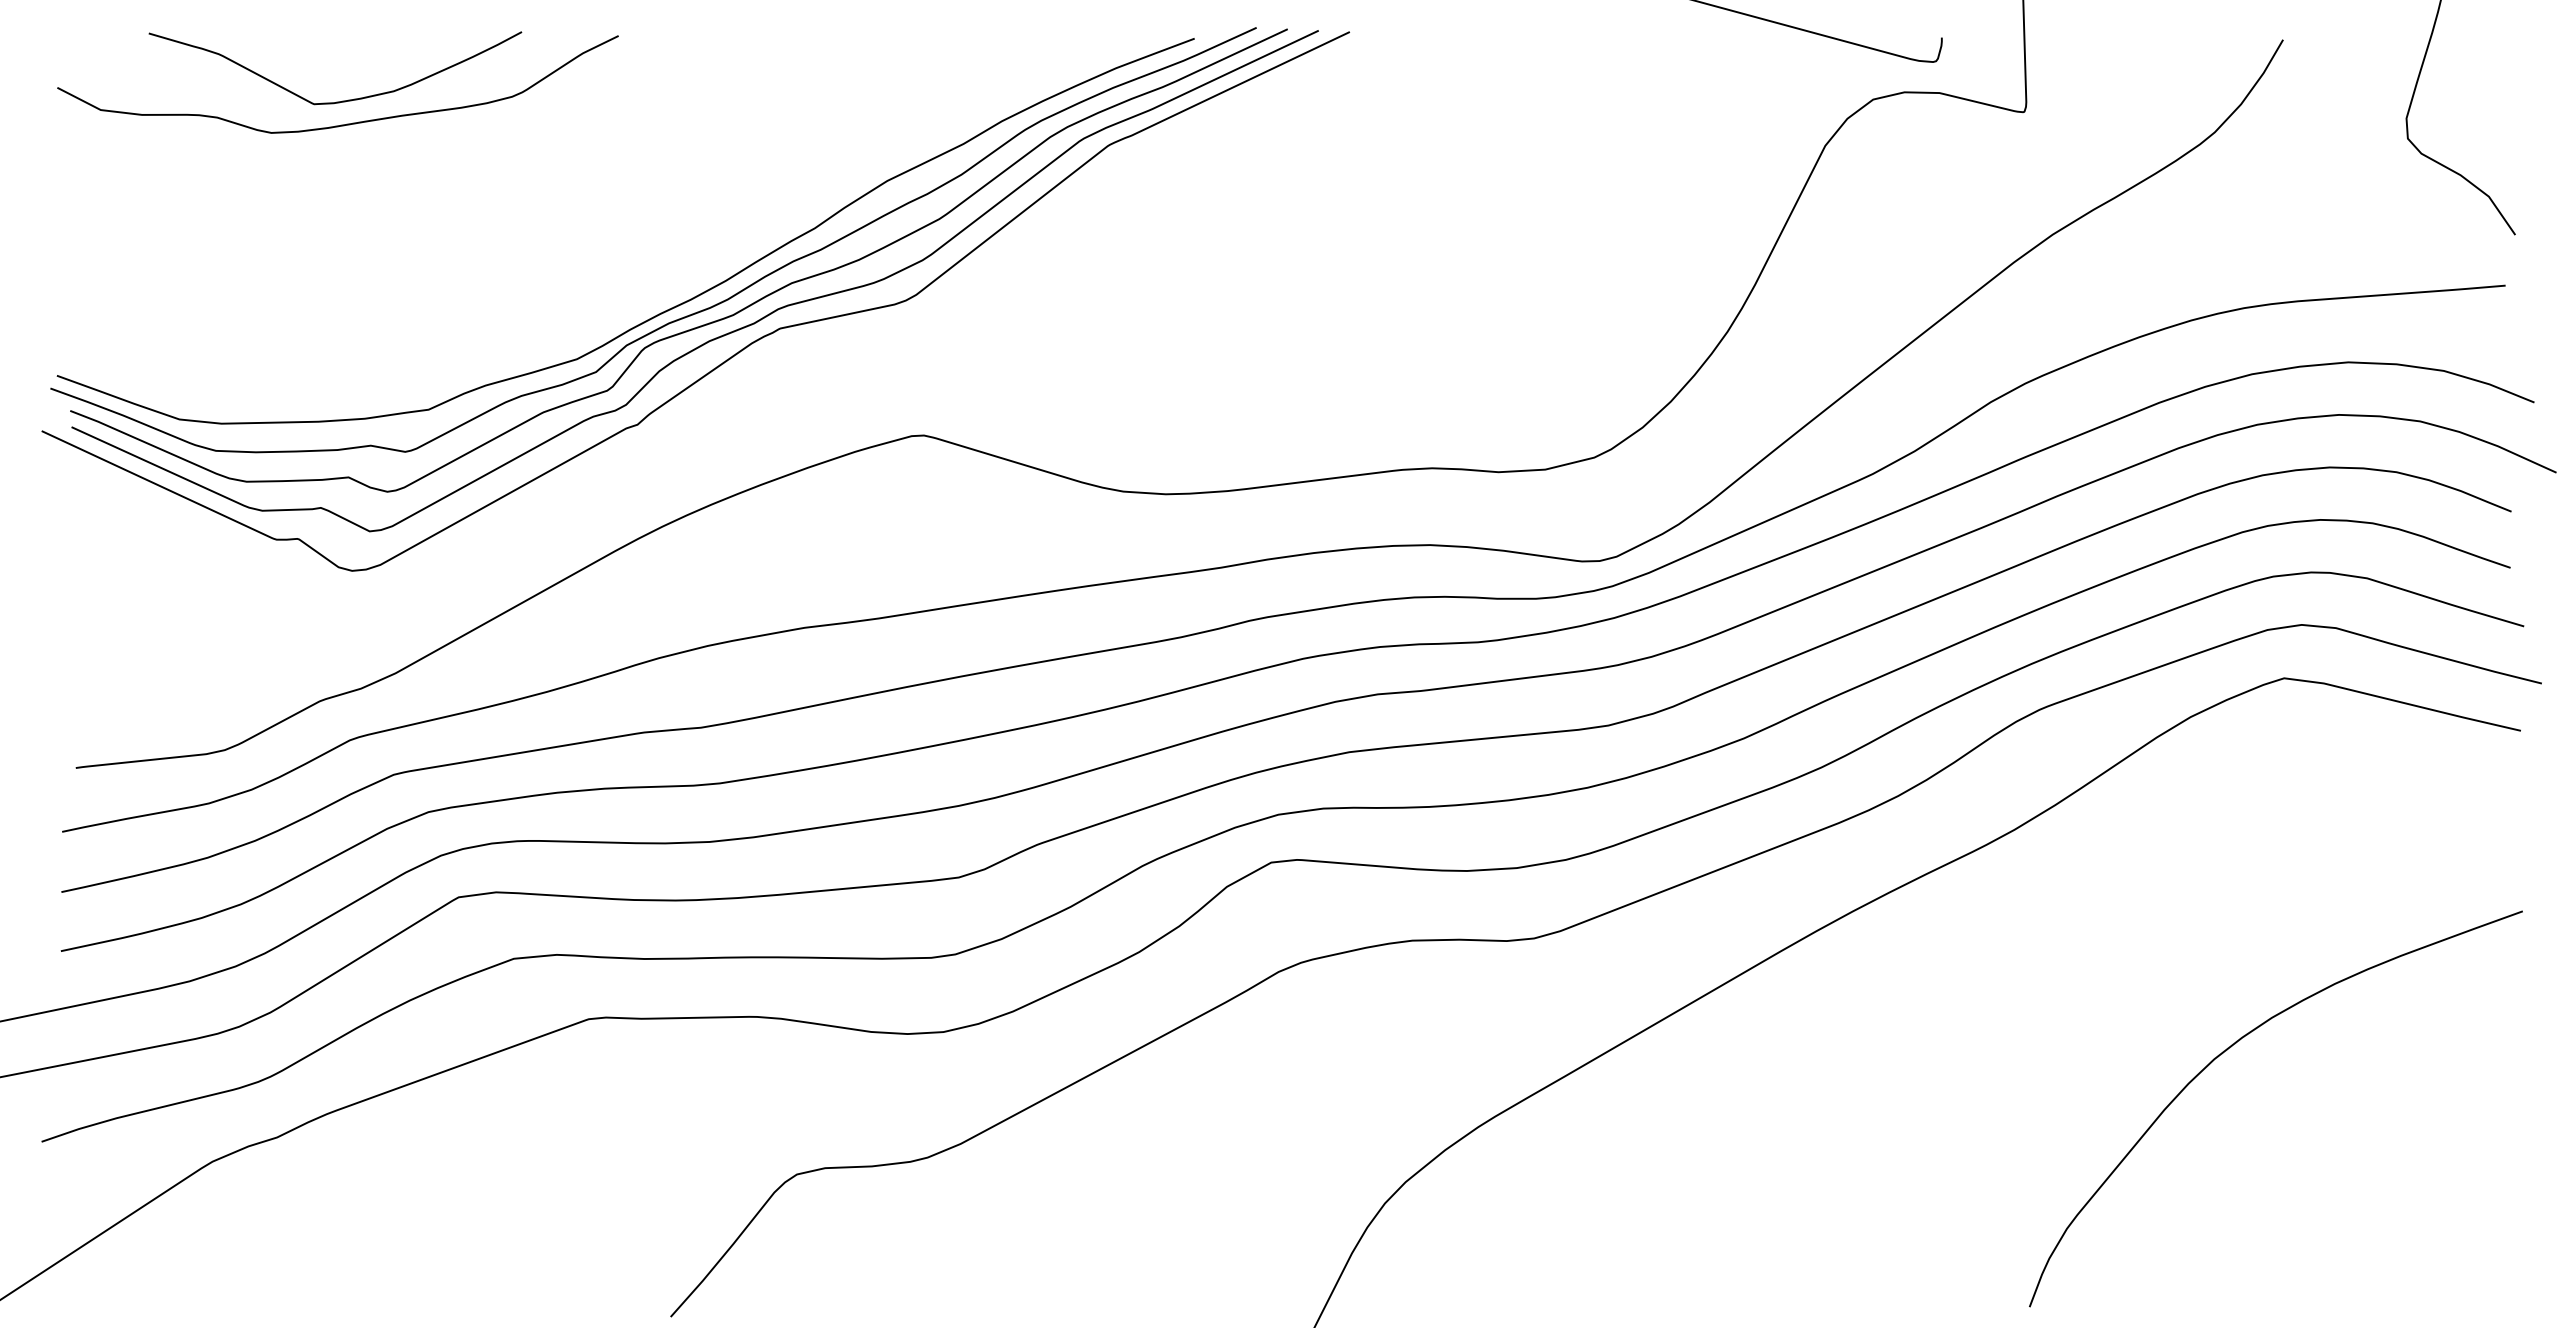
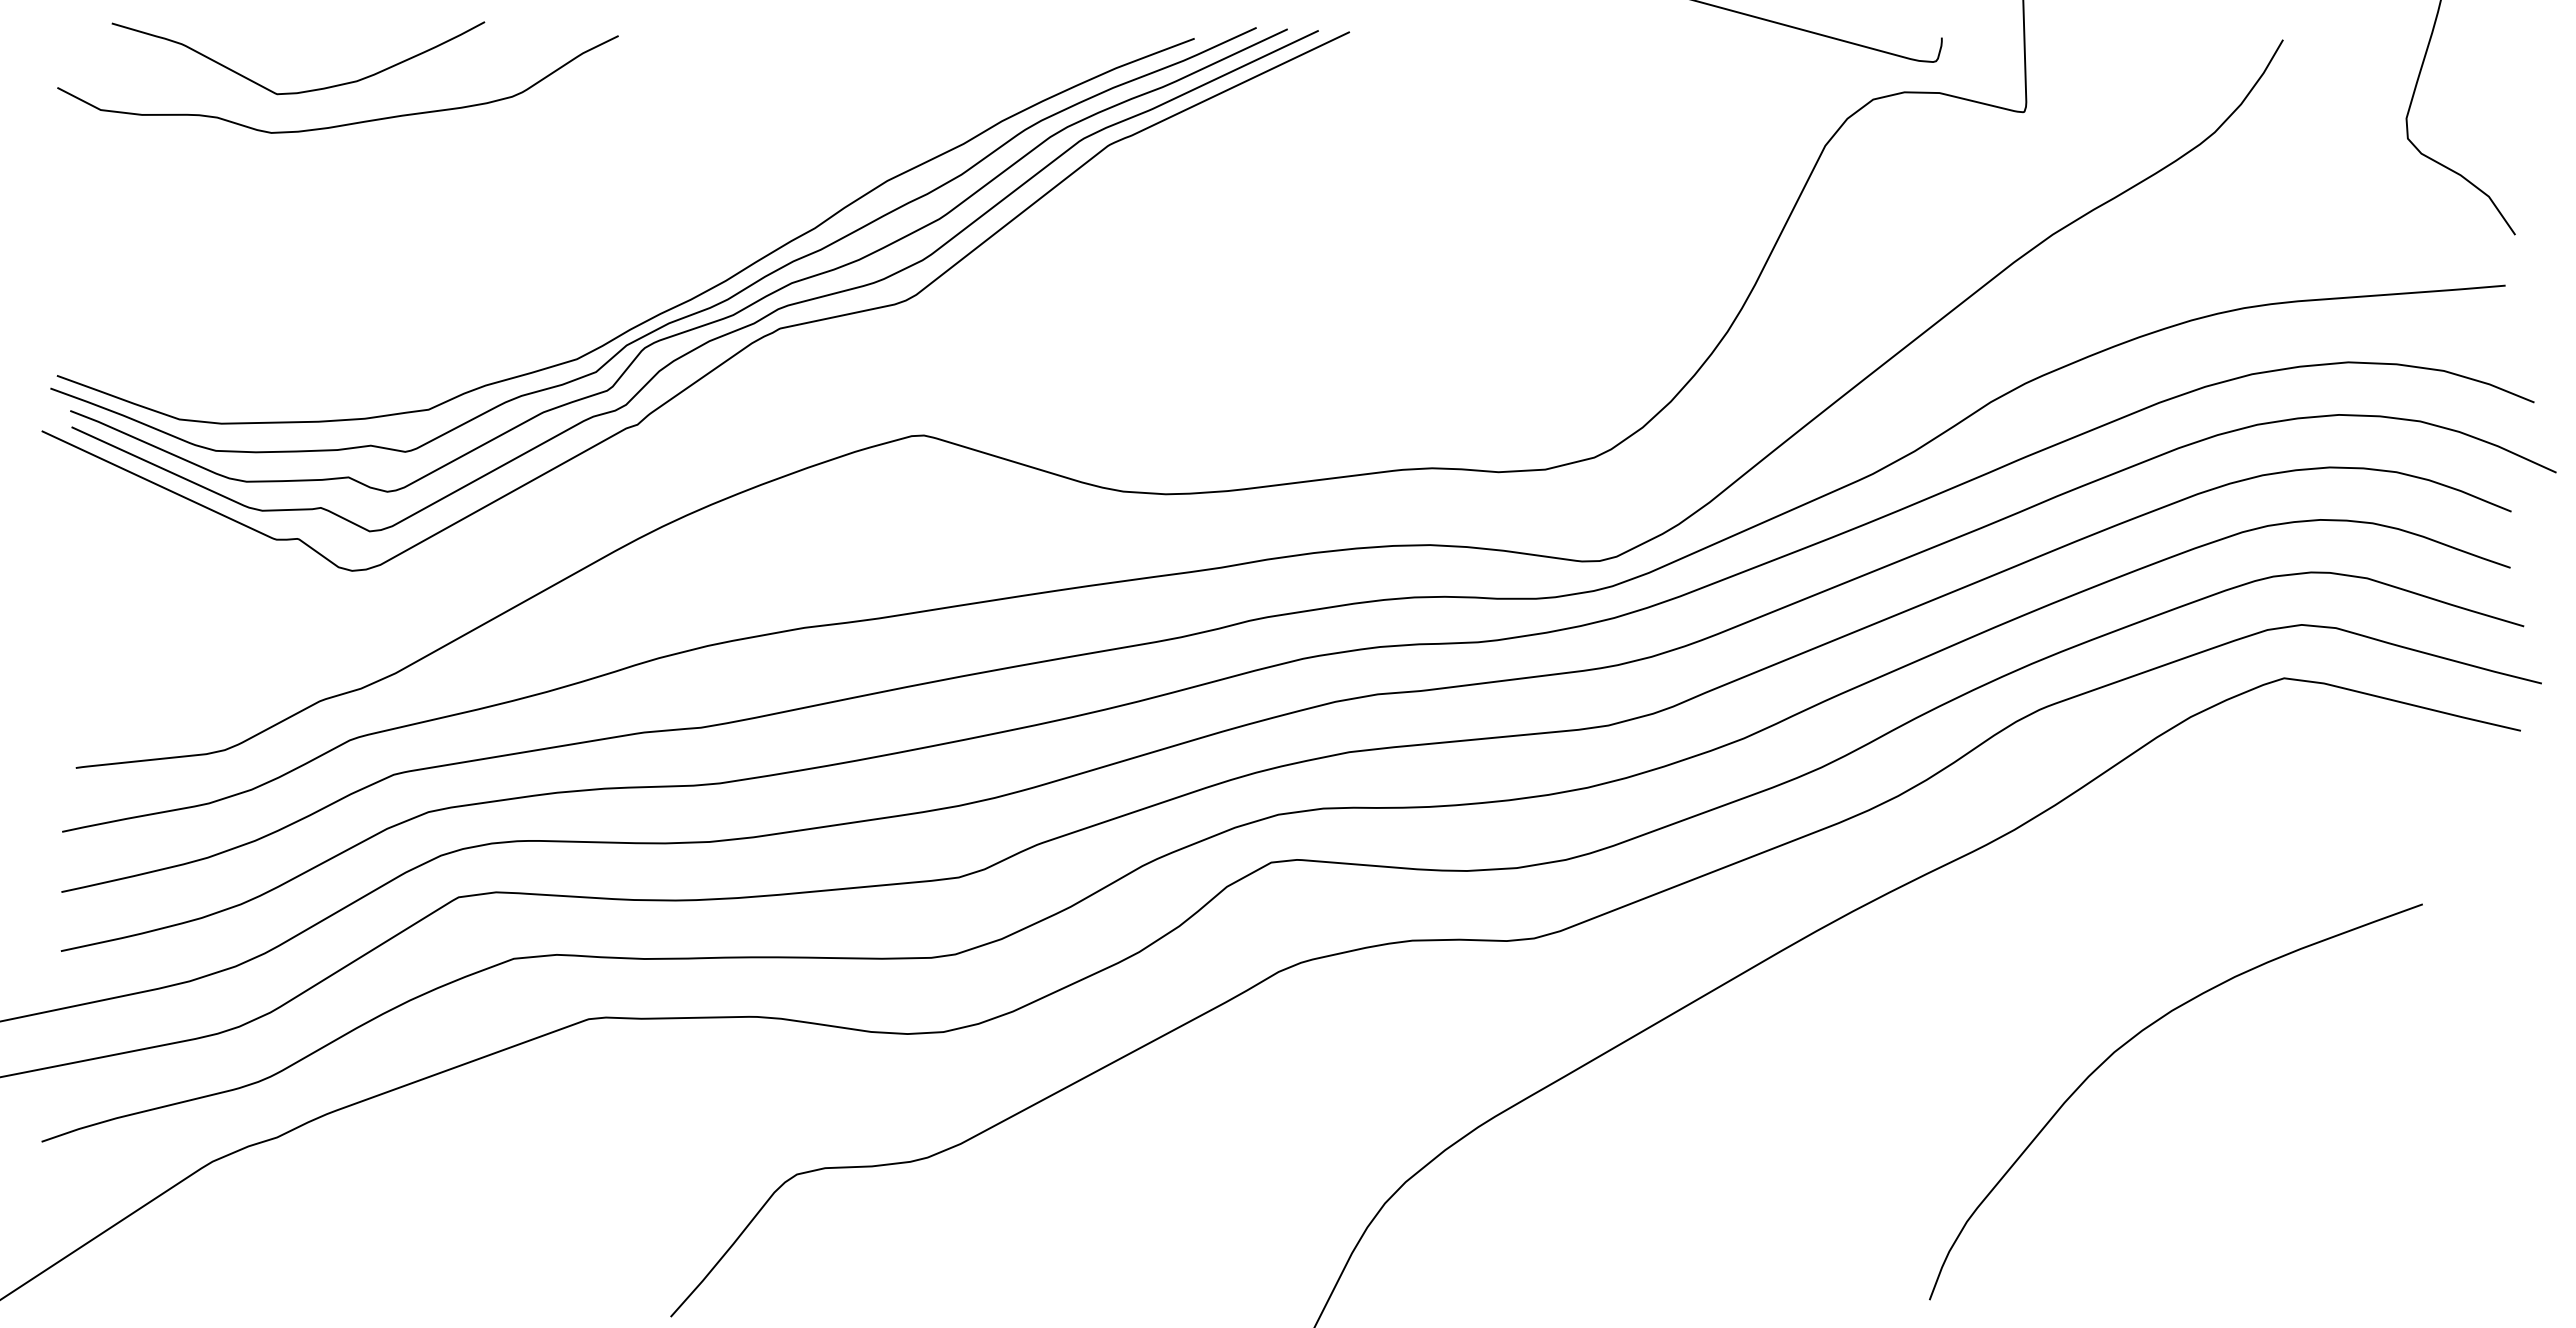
curve at (342, 100) position: (342, 100) -> (305, 90)
curve at (2226, 1051) position: (2226, 1051) -> (2126, 1044)
